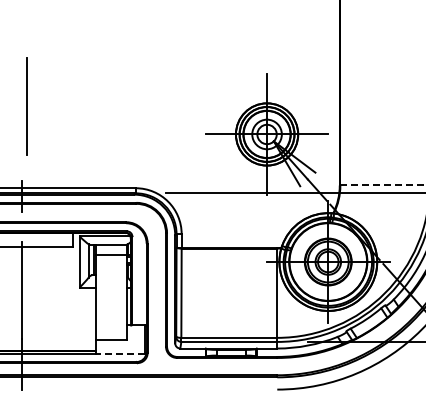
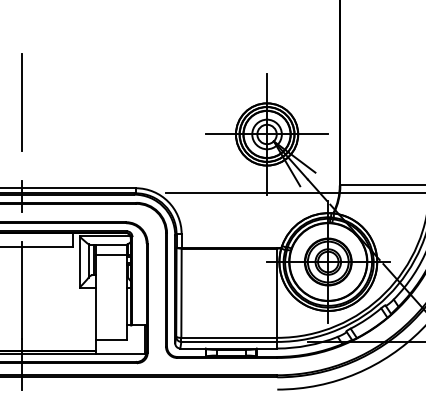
line at (26, 106) position: (26, 106) -> (21, 102)
line at (383, 185): dashed -> solid
line at (120, 353): dashed -> solid
